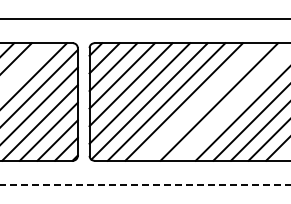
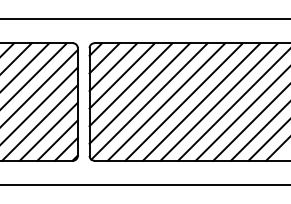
line at (25, 66): none -> present
line at (201, 101): none -> present
line at (232, 105): none -> present
line at (145, 185): dashed -> solid
